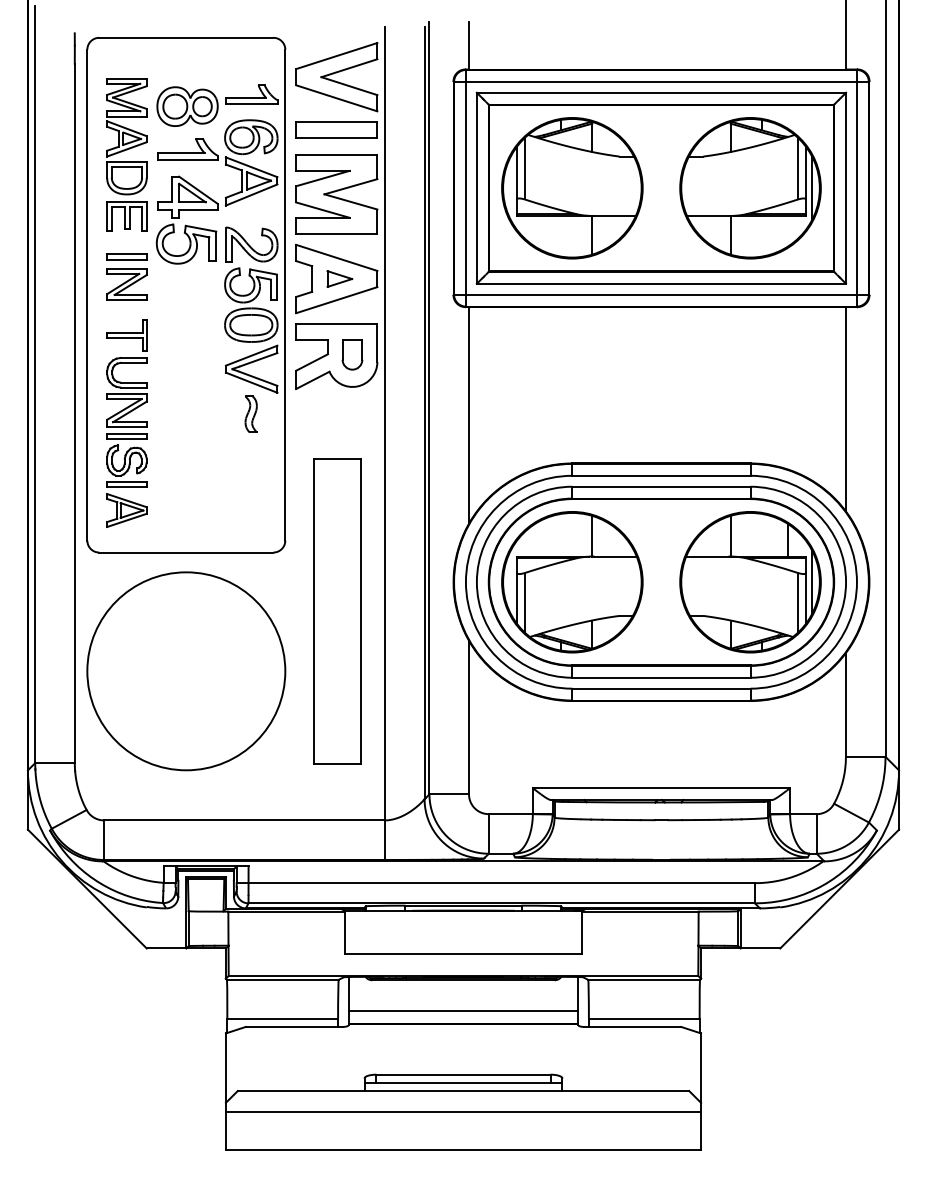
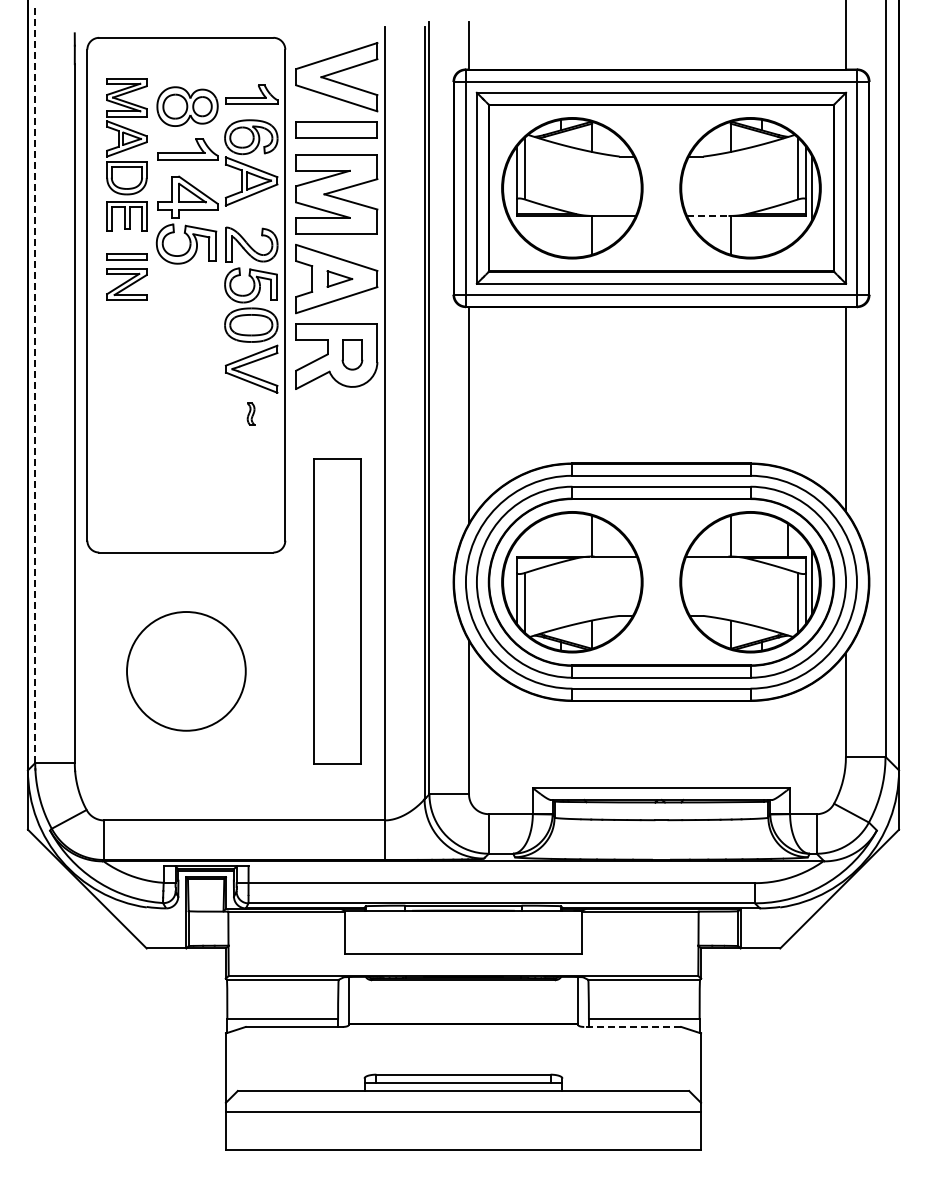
line at (707, 216): solid -> dashed
line at (35, 384): solid -> dashed
part at (250, 413) size: 14x38 px -> 10x24 px
part at (126, 423): present -> none
circle at (186, 671) size: 201x201 px -> 121x121 px
line at (463, 1011): present -> none
line at (632, 1026): solid -> dashed
